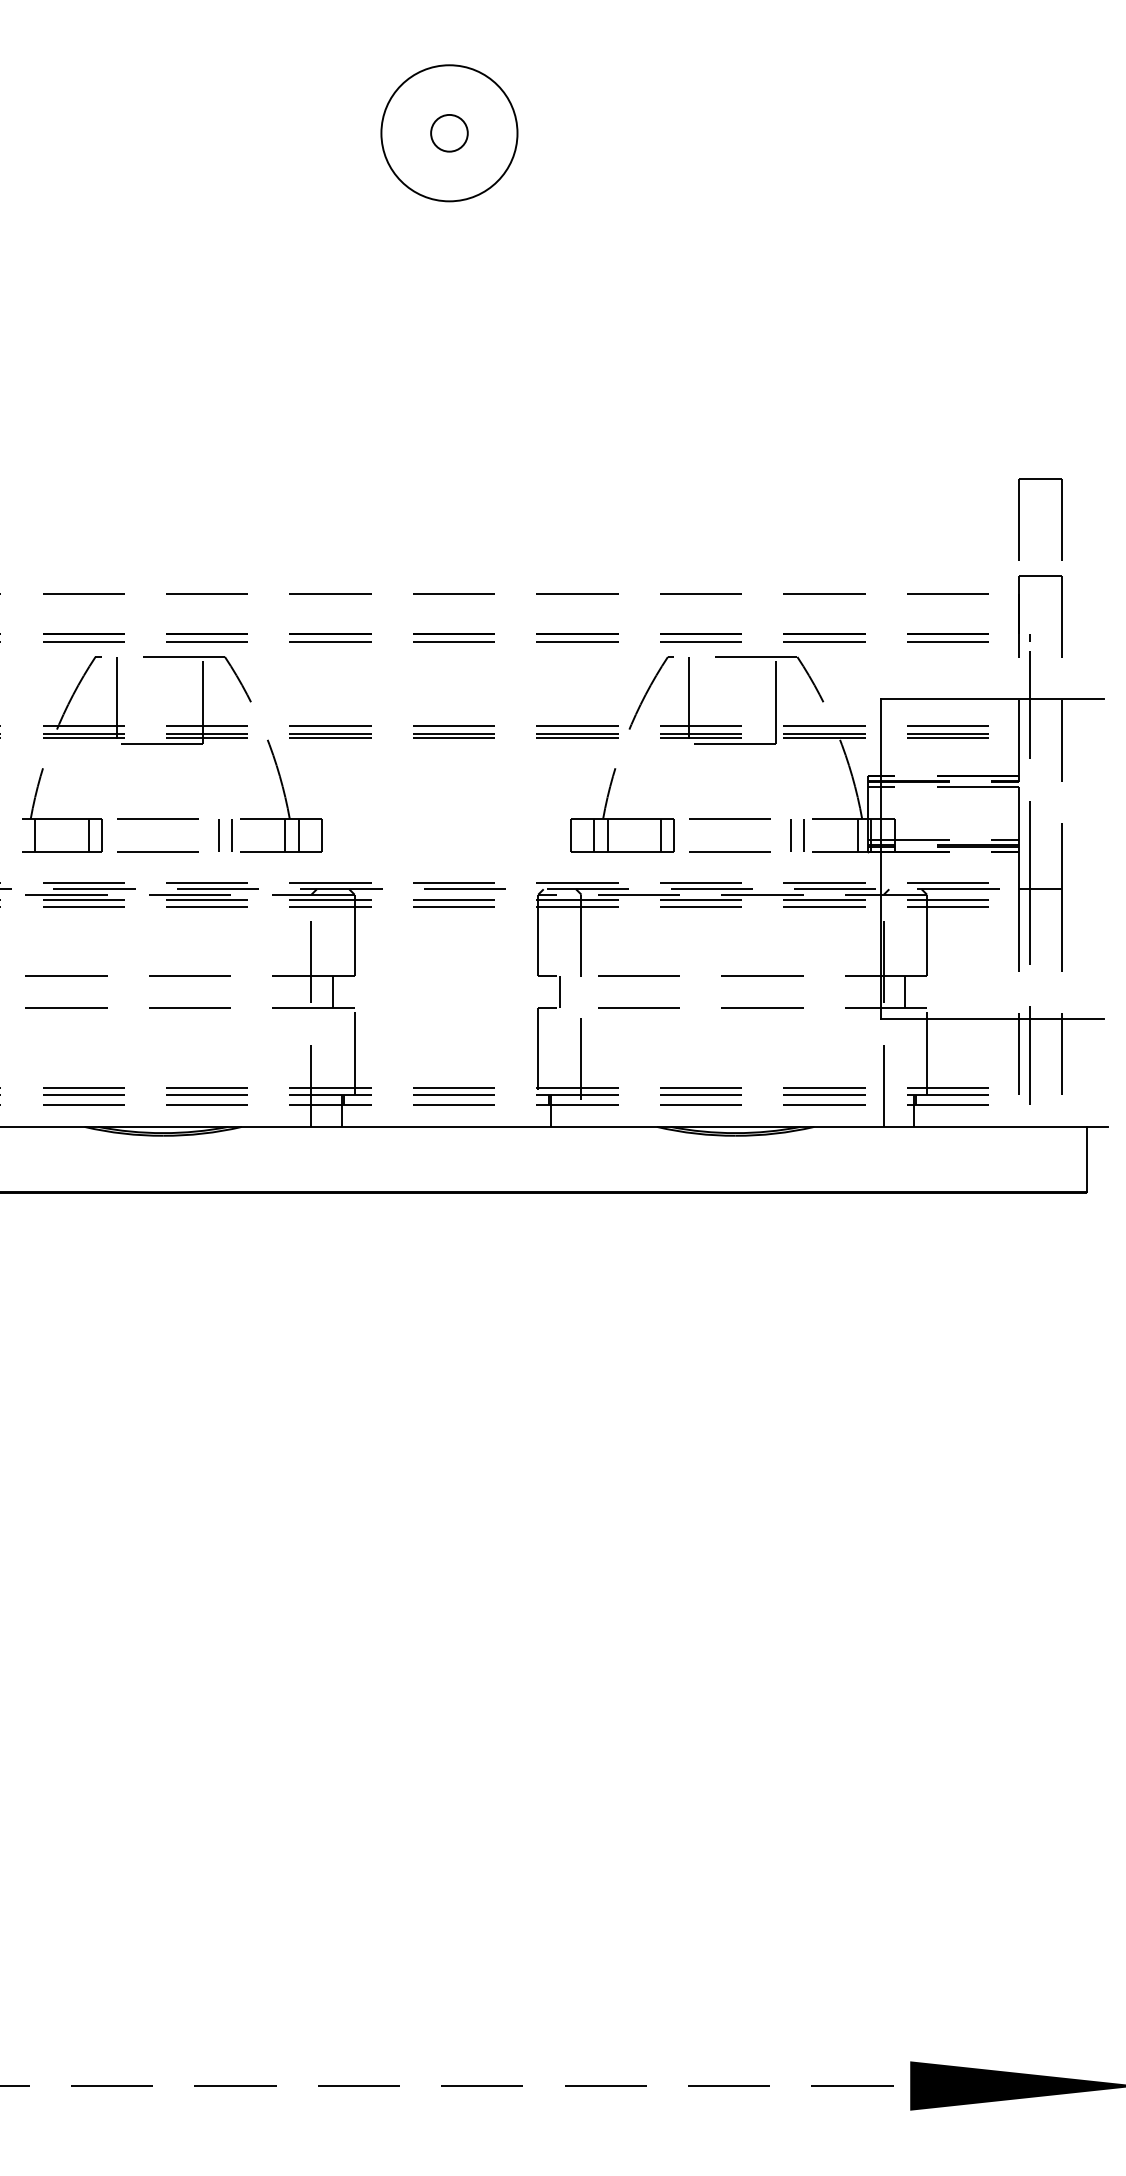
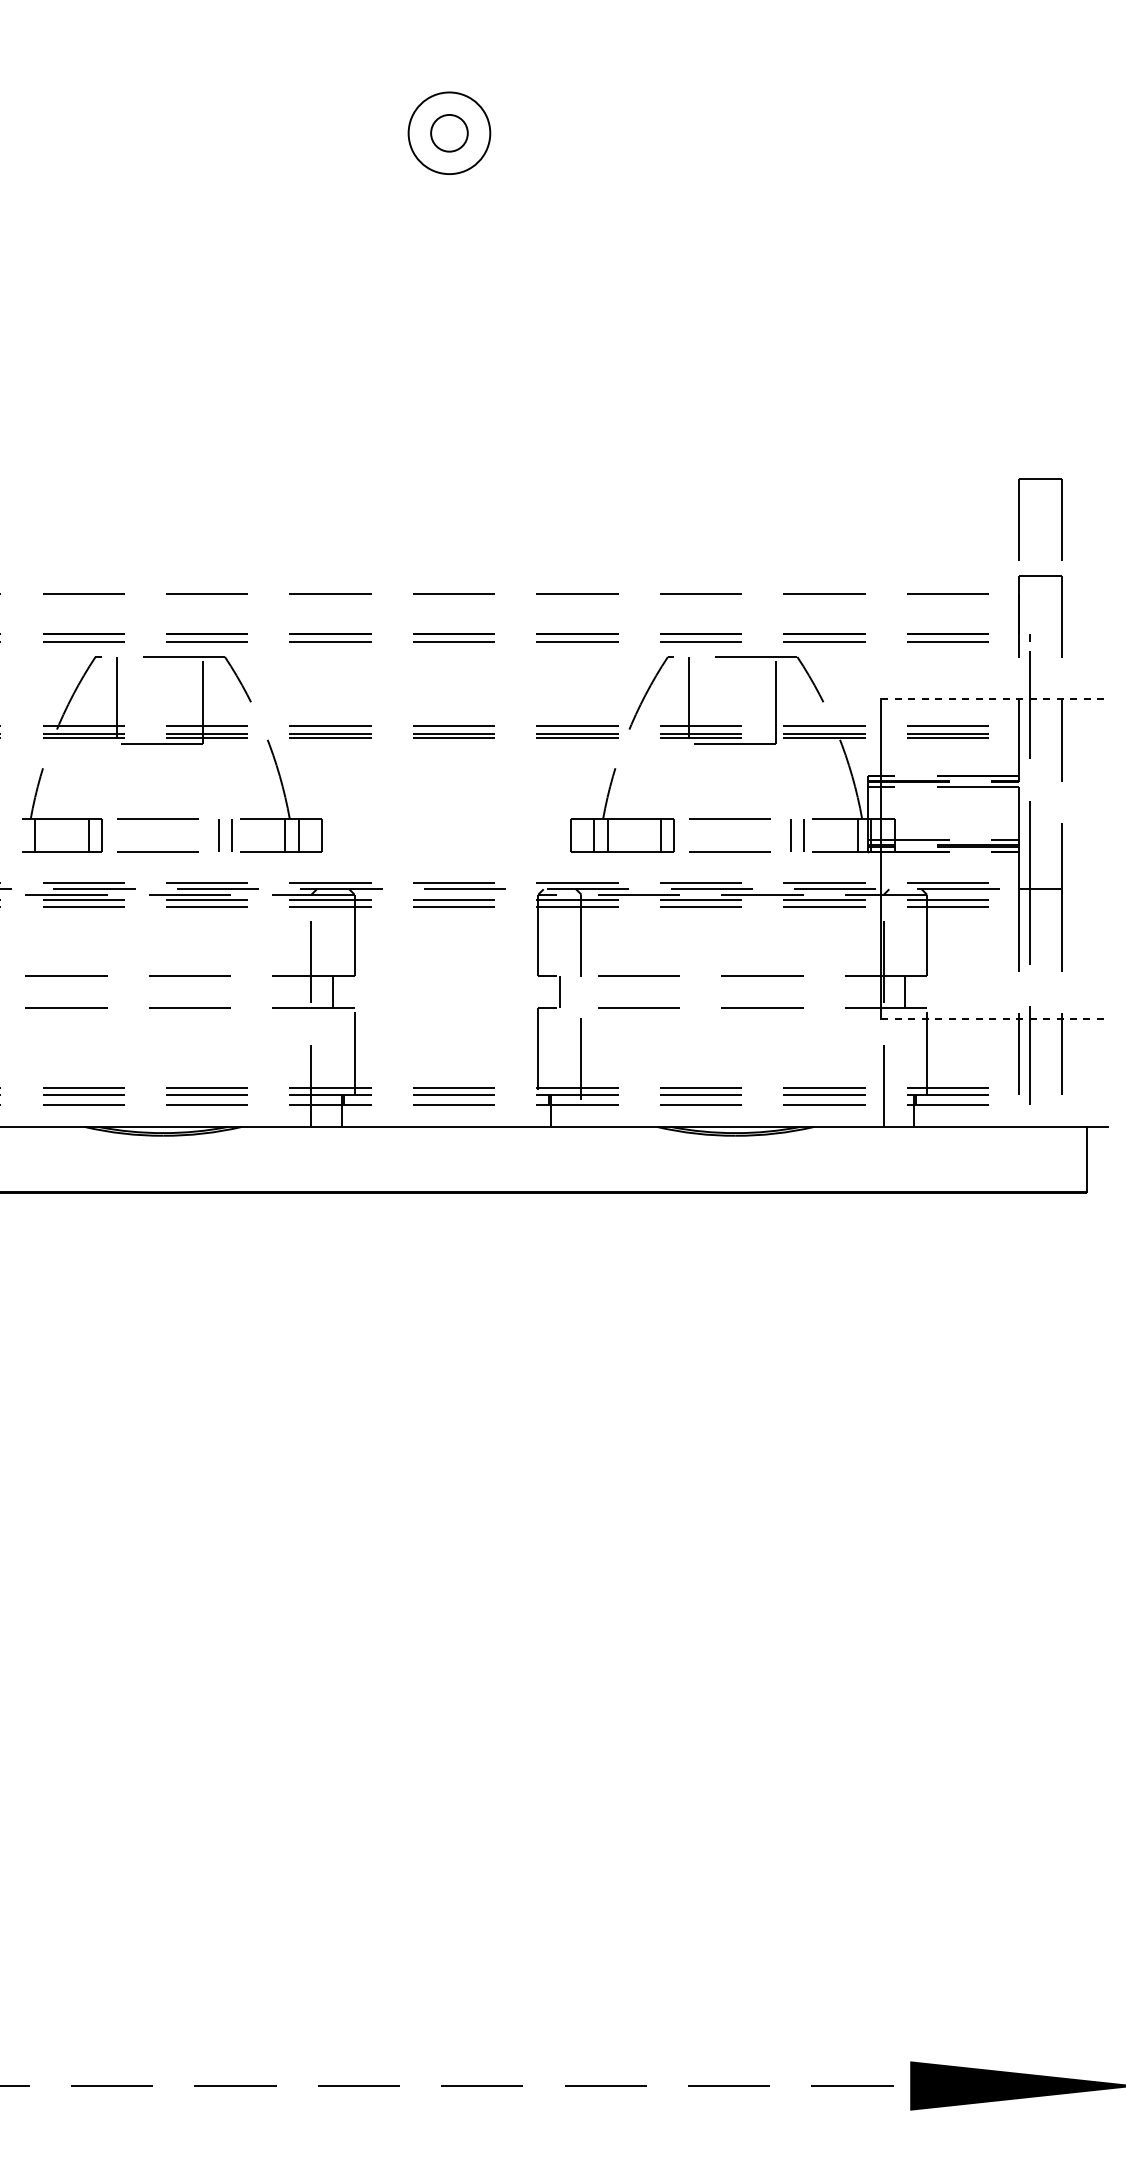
circle at (449, 133) diameter: 136 px -> 82 px
line at (993, 699): solid -> dashed
line at (992, 1018): solid -> dashed
